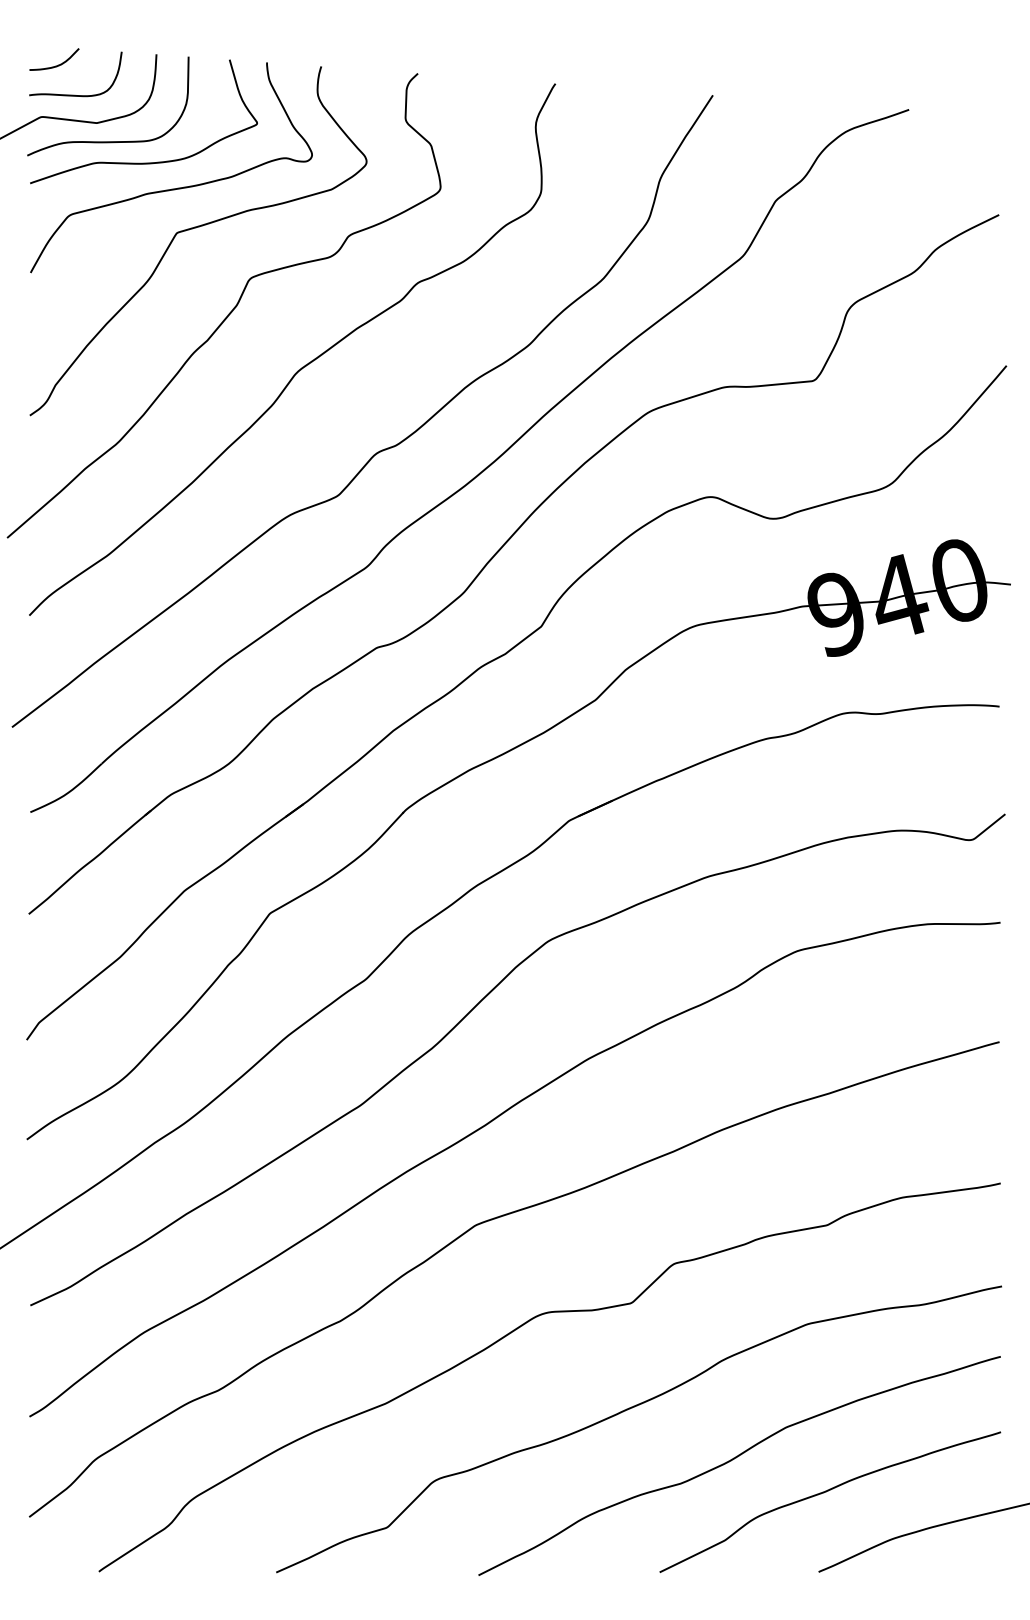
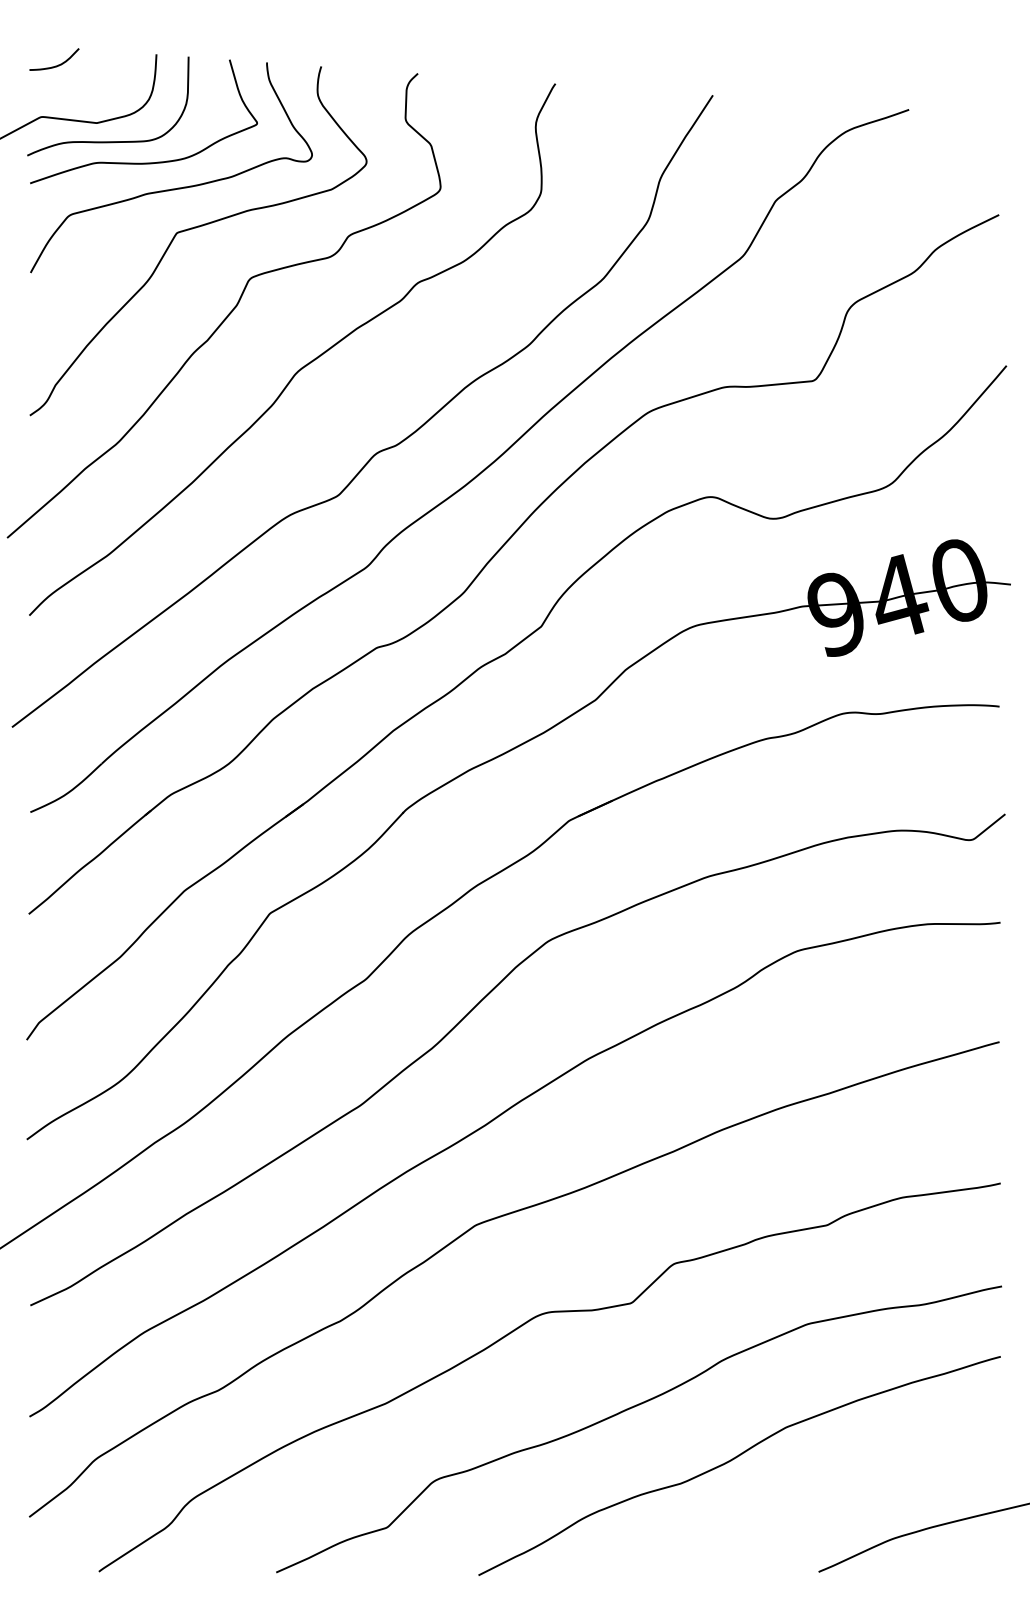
curve at (74, 94): present -> none
curve at (826, 1492): present -> none
